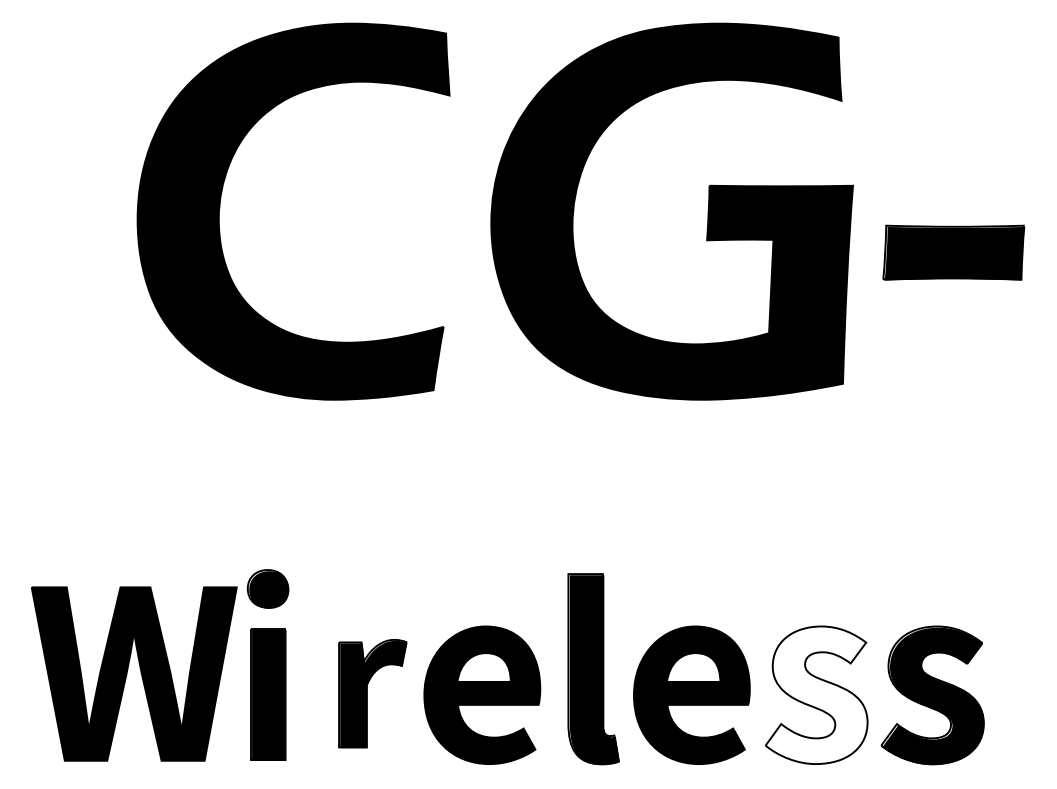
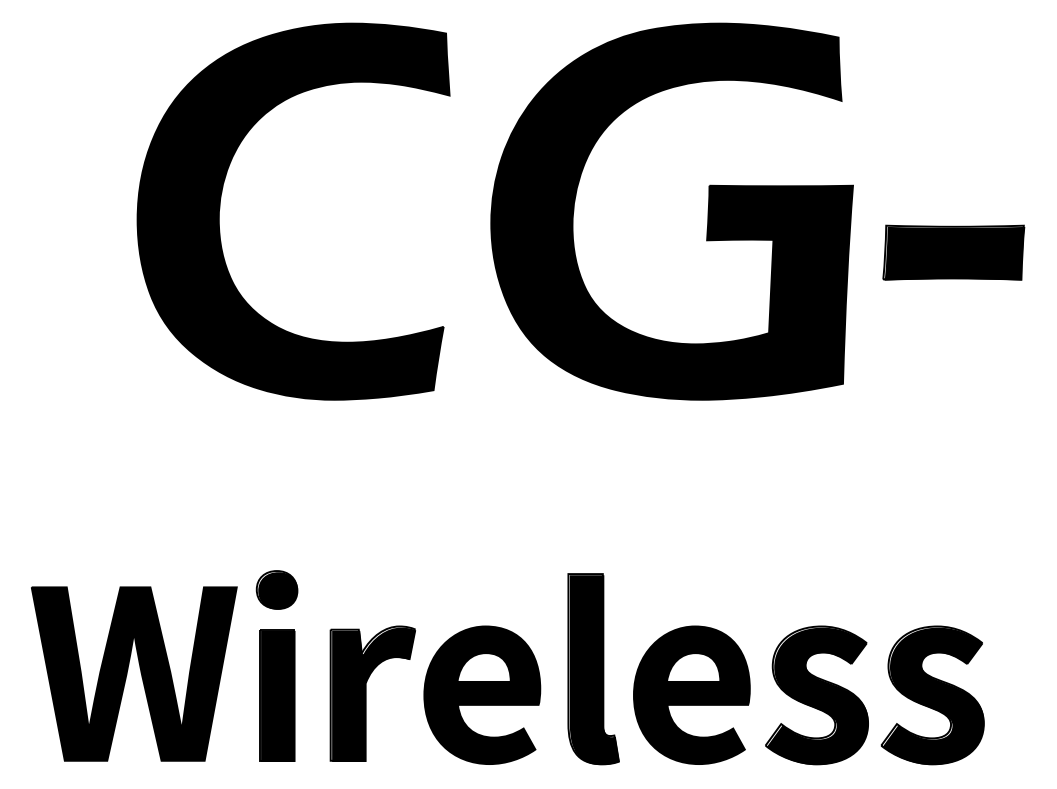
part at (267, 664) position: (267, 664) -> (276, 665)
part at (372, 693) size: 70x110 px -> 87x137 px
fill at (817, 696): none -> present
